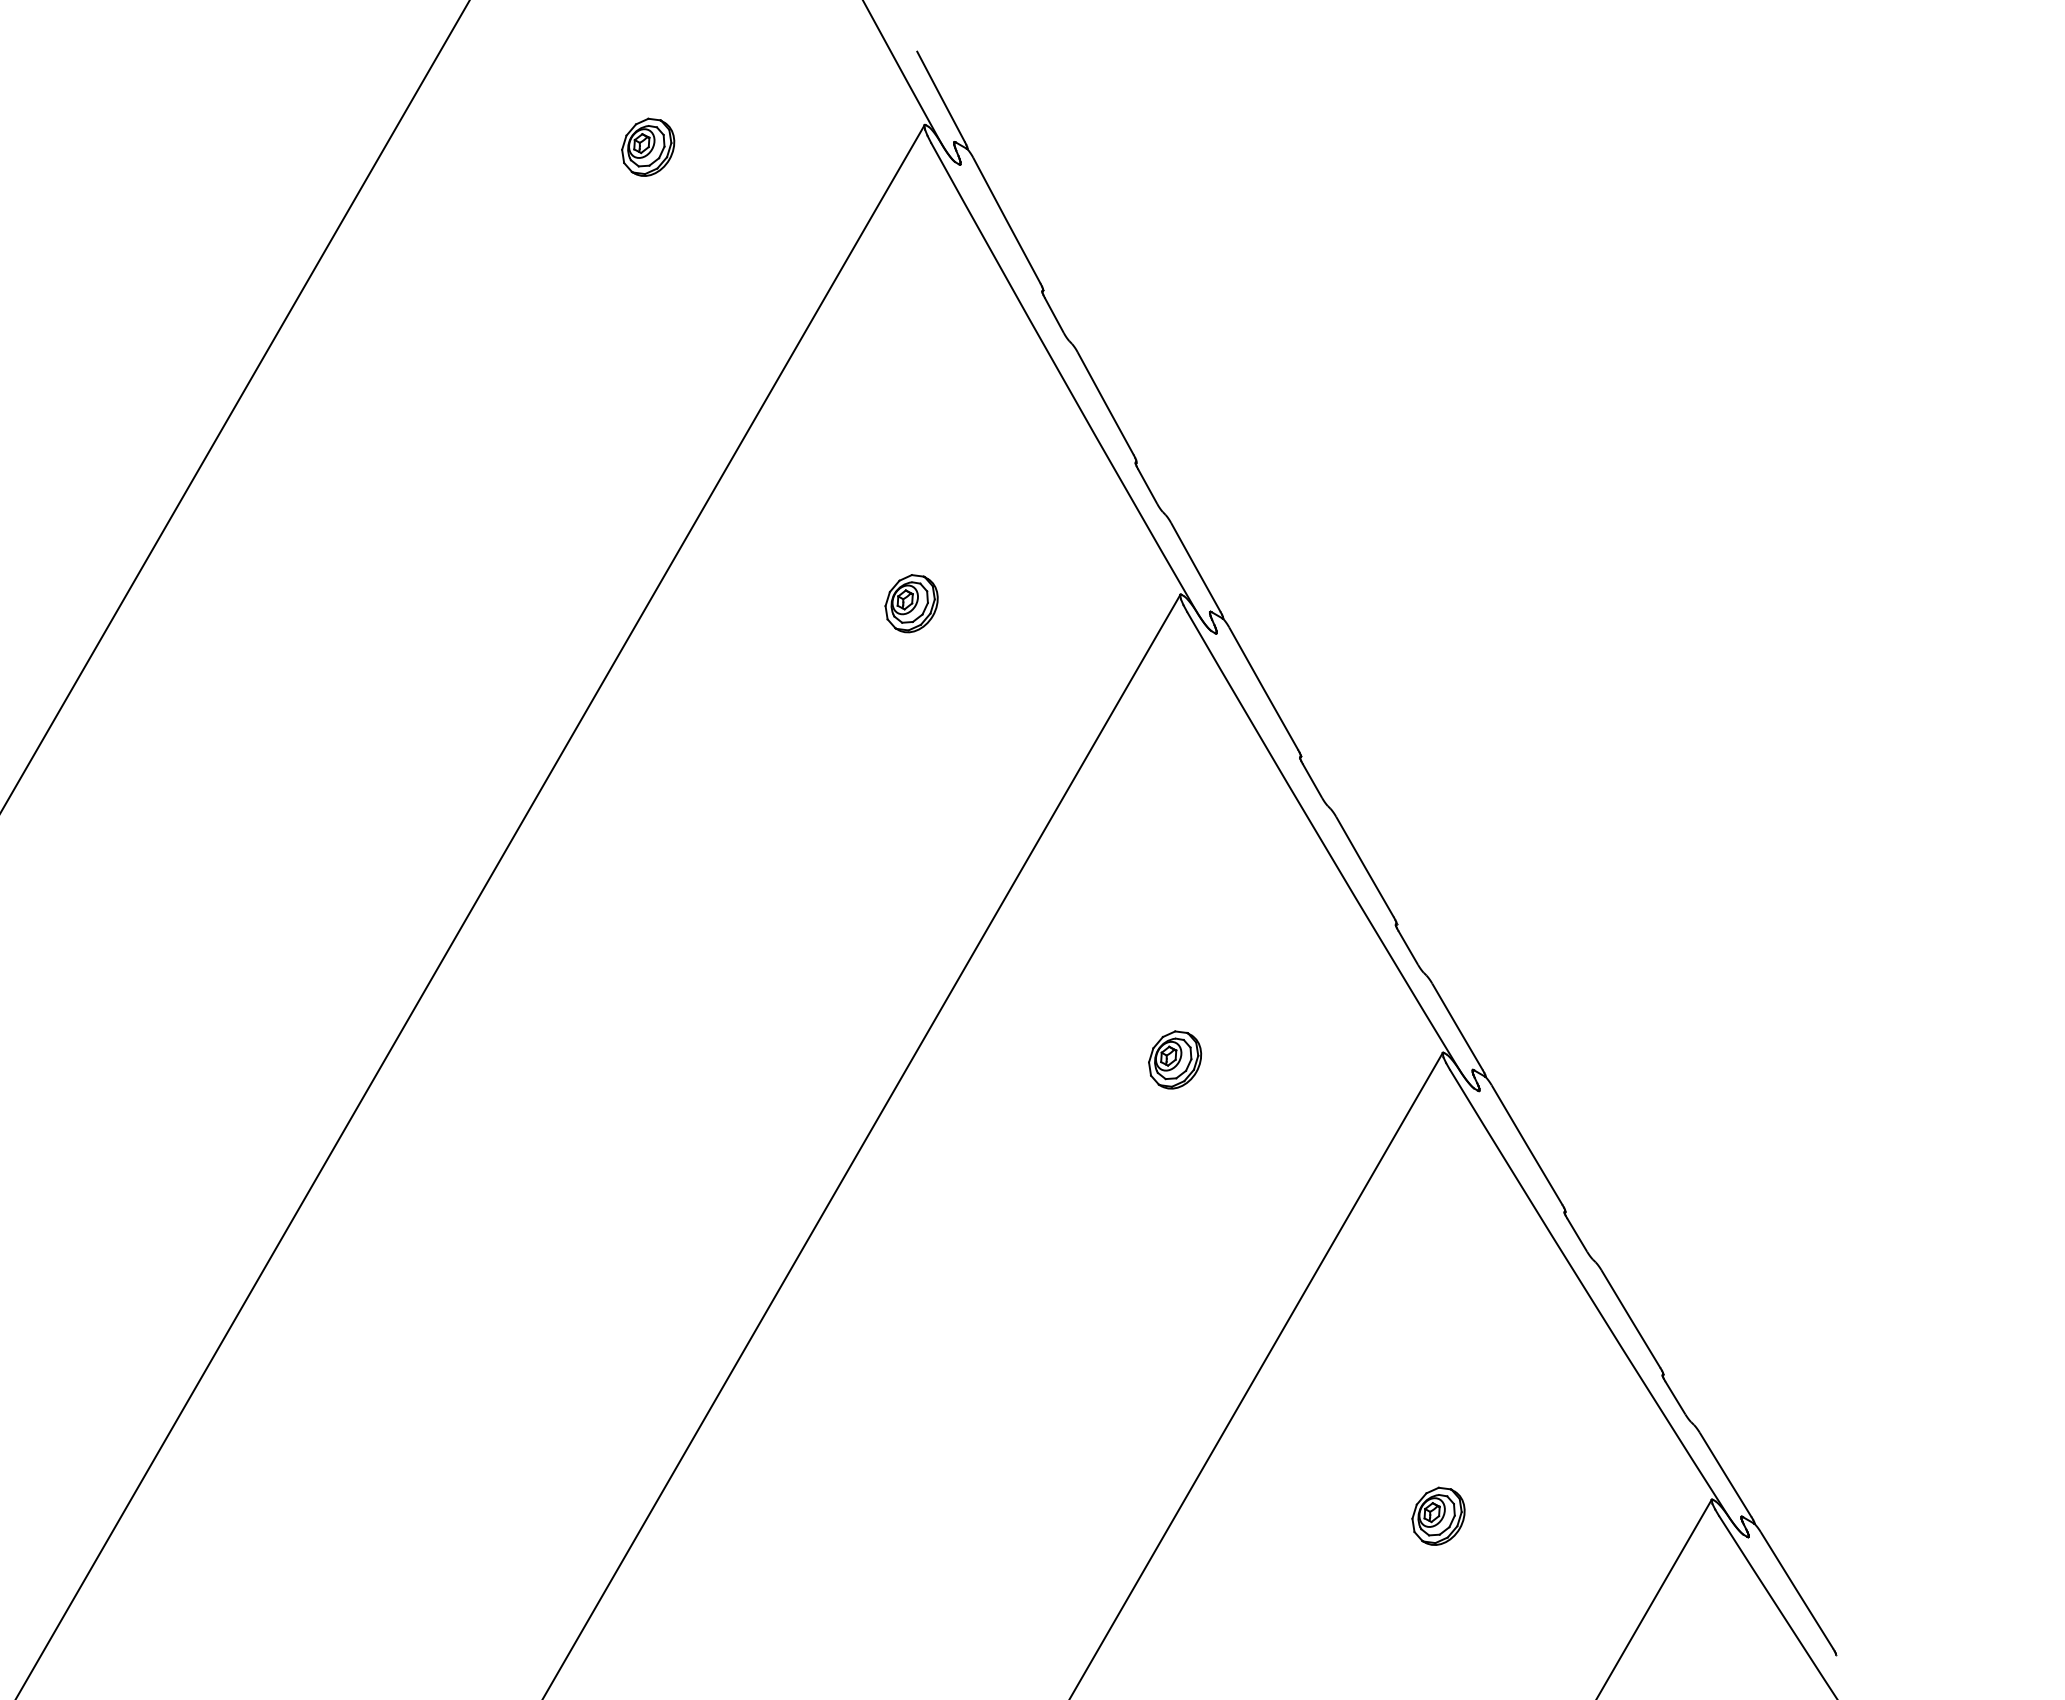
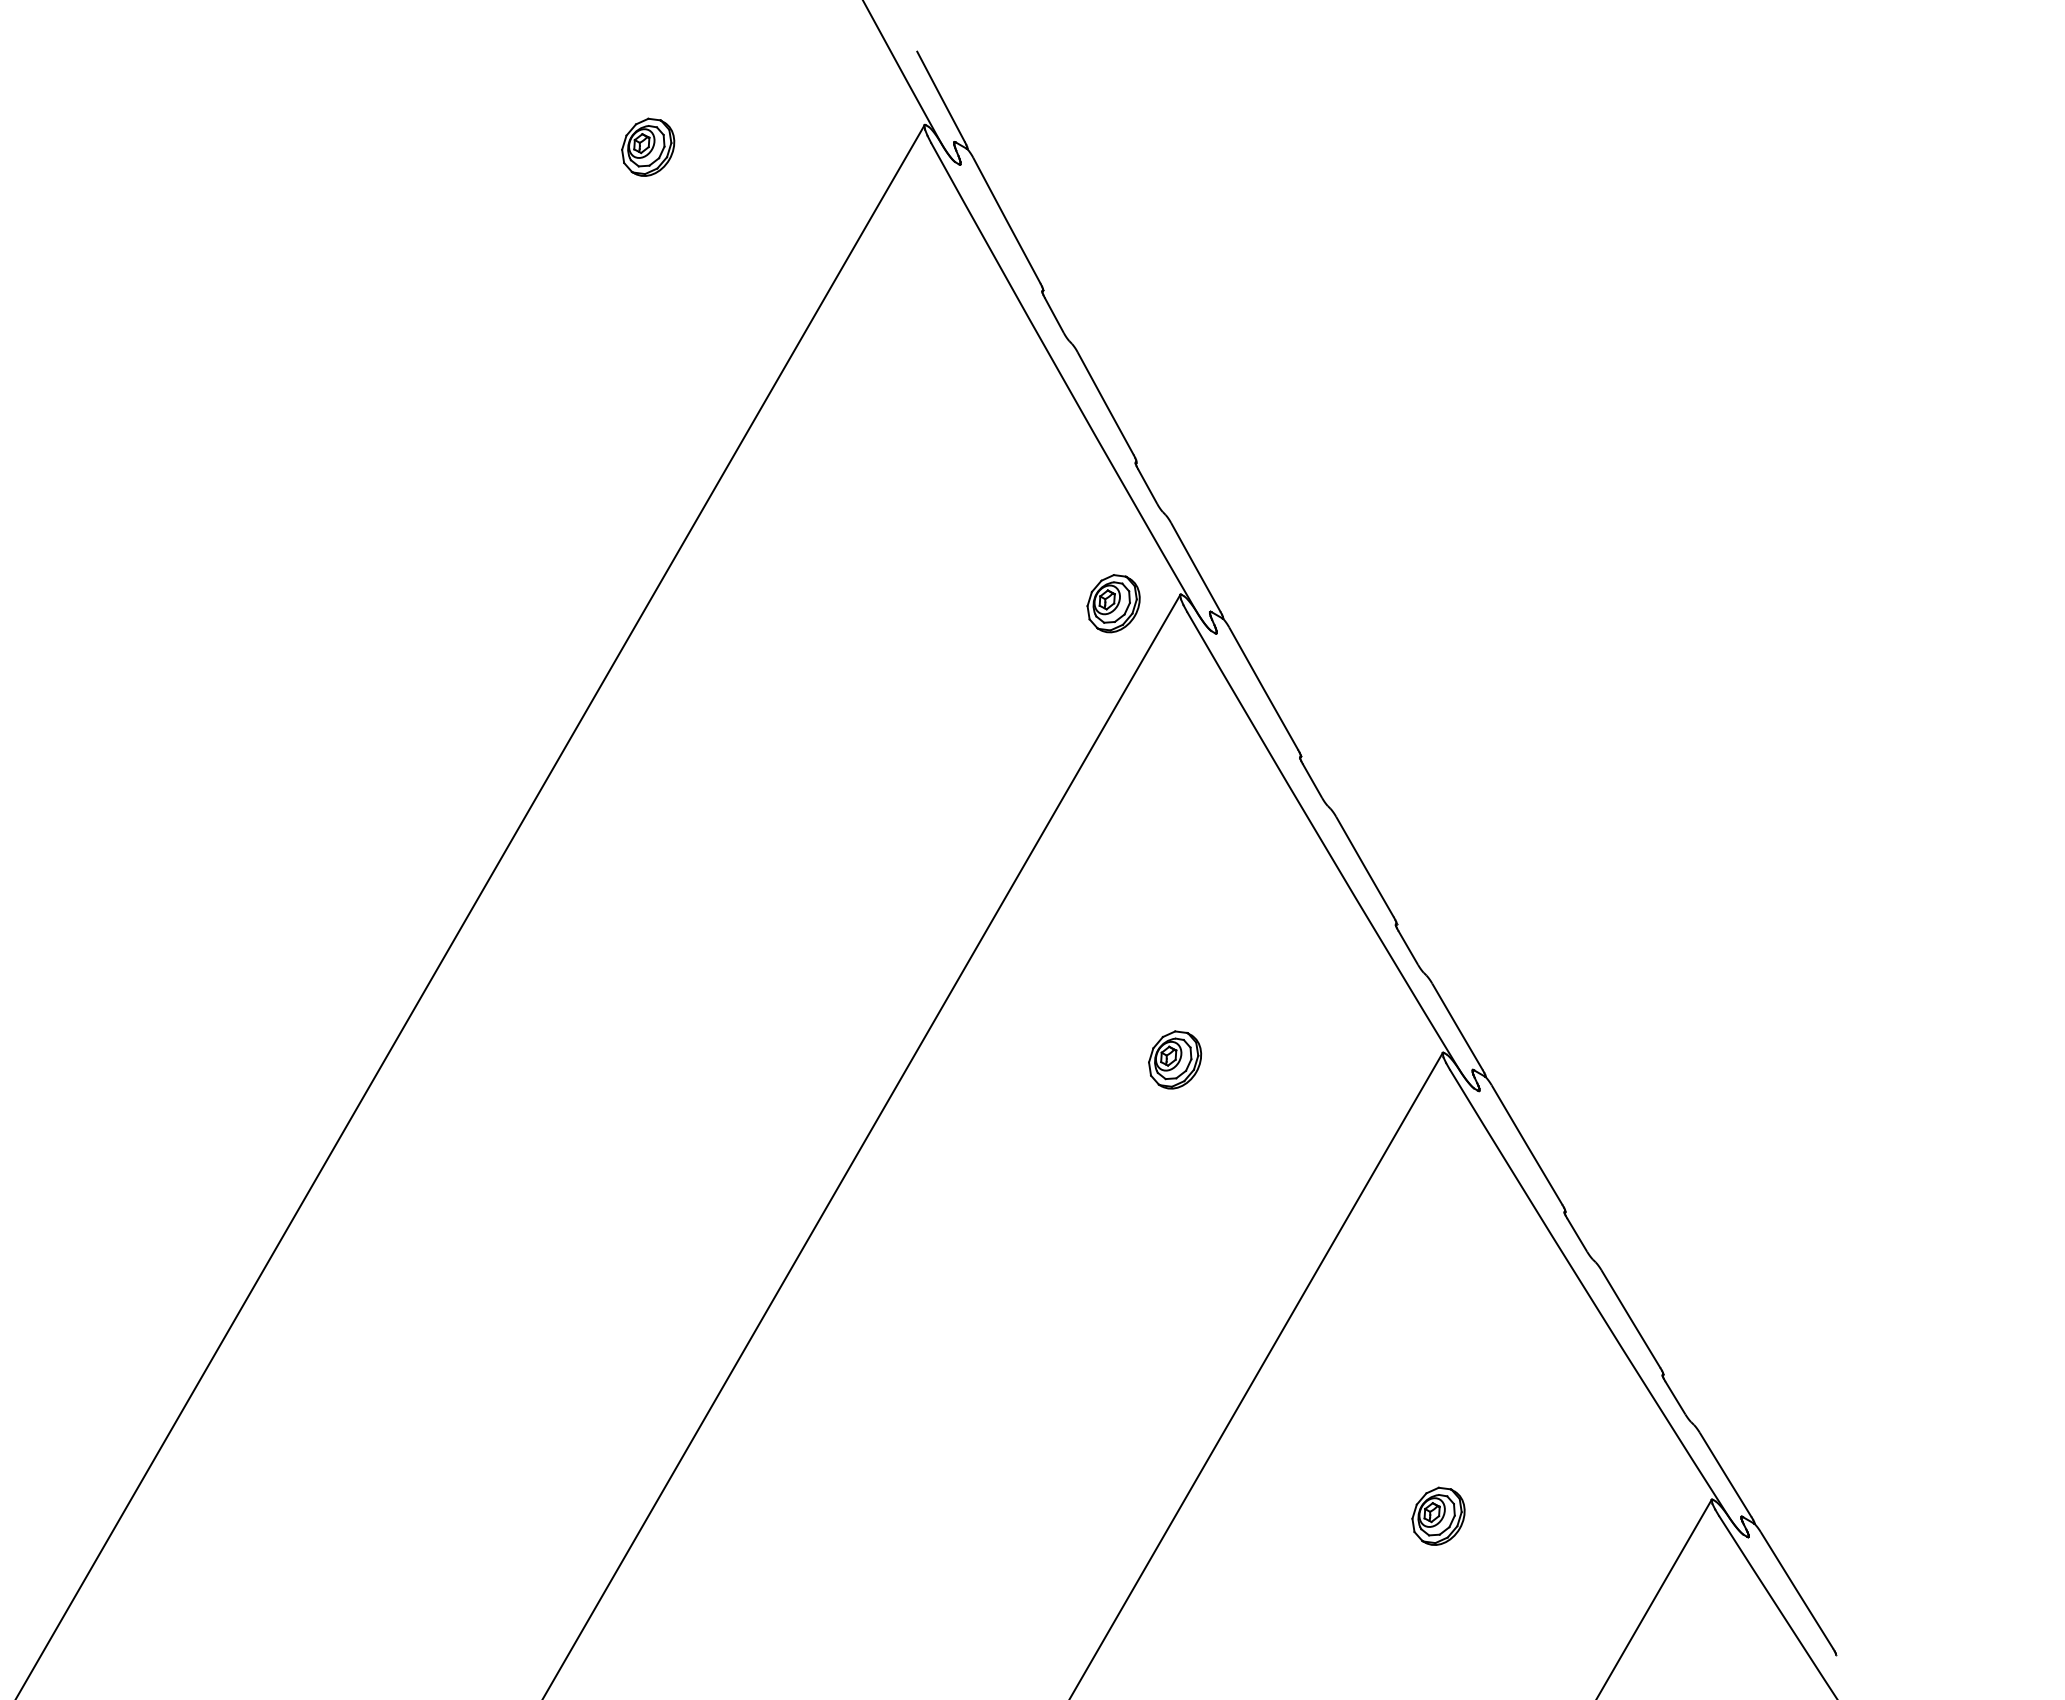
line at (235, 405): present -> none
part at (911, 603) position: (911, 603) -> (1113, 603)
